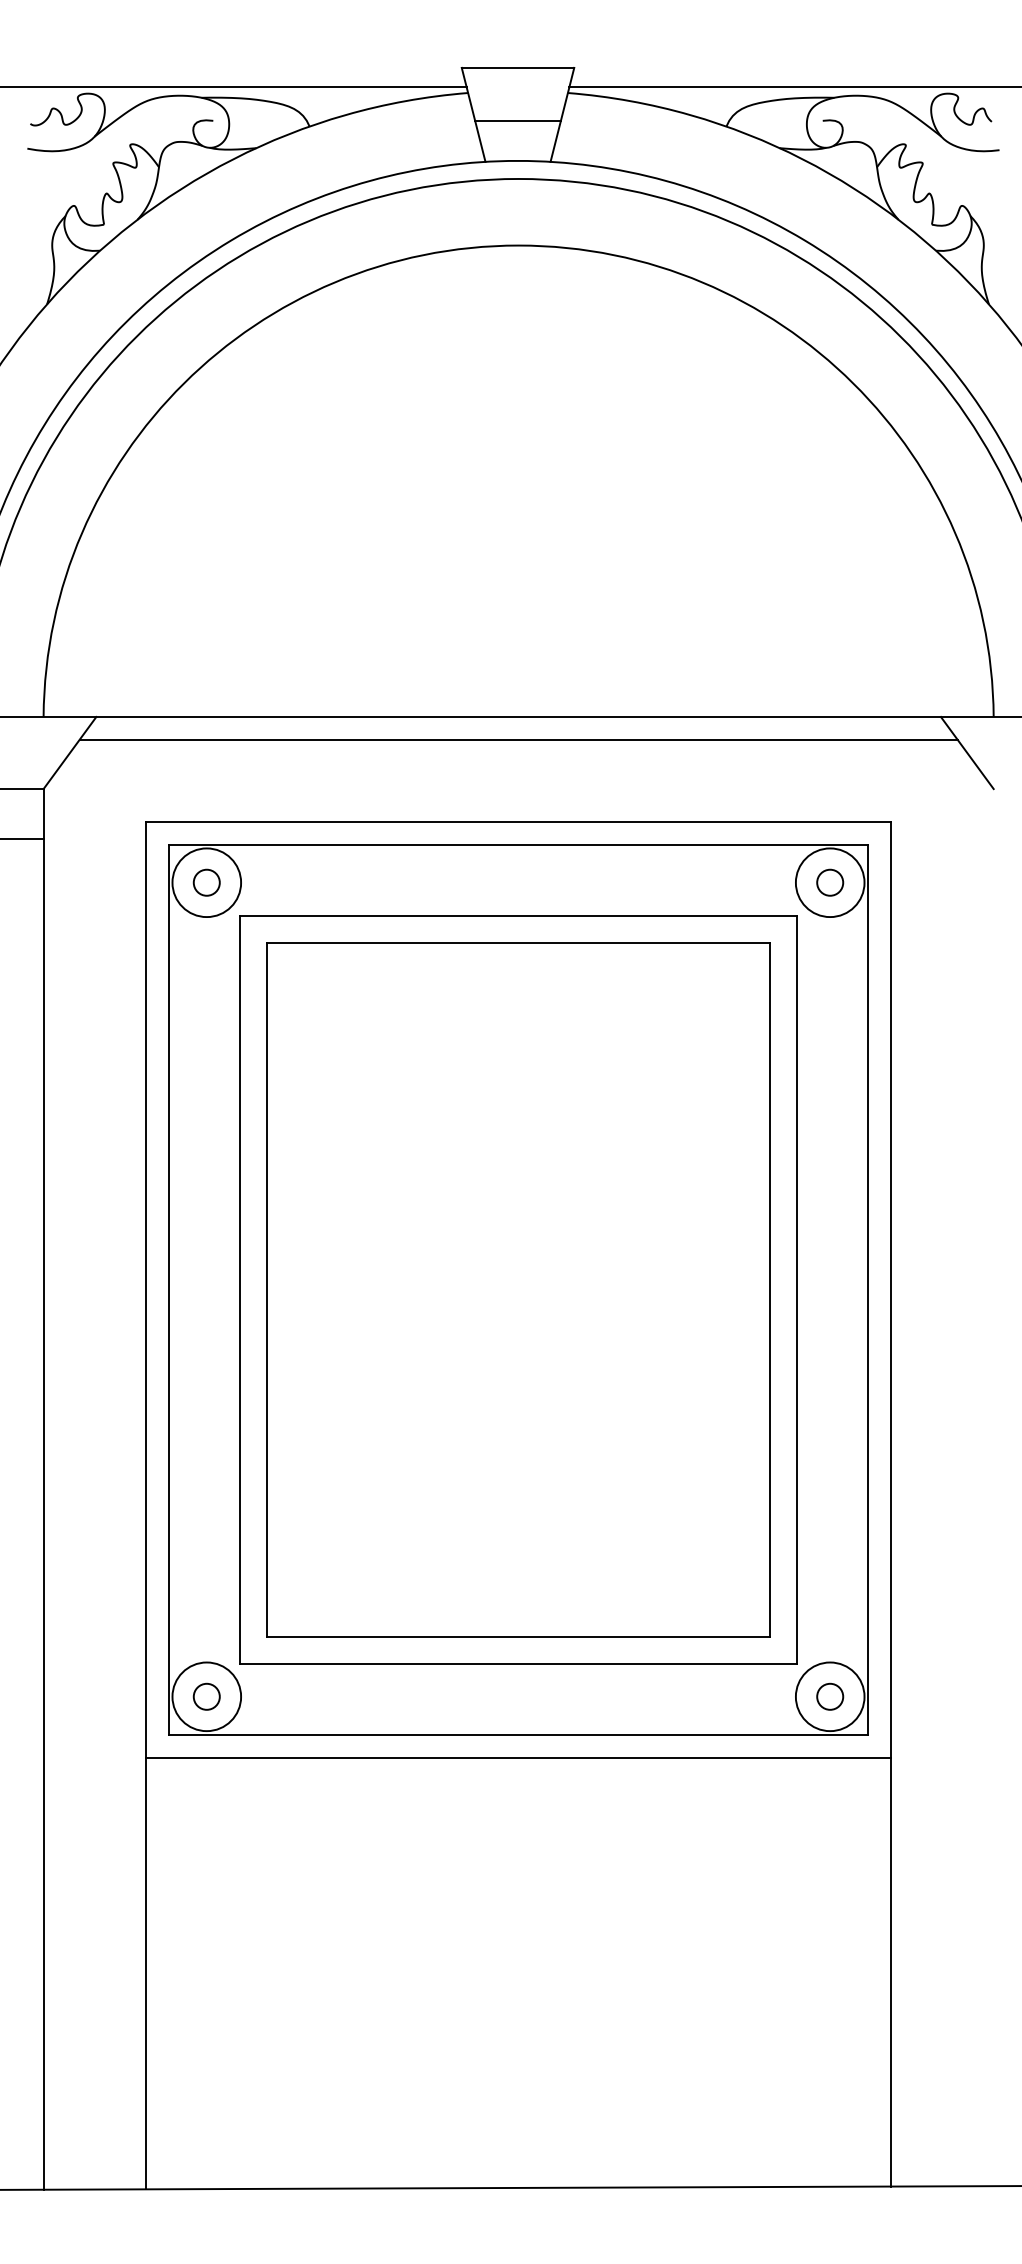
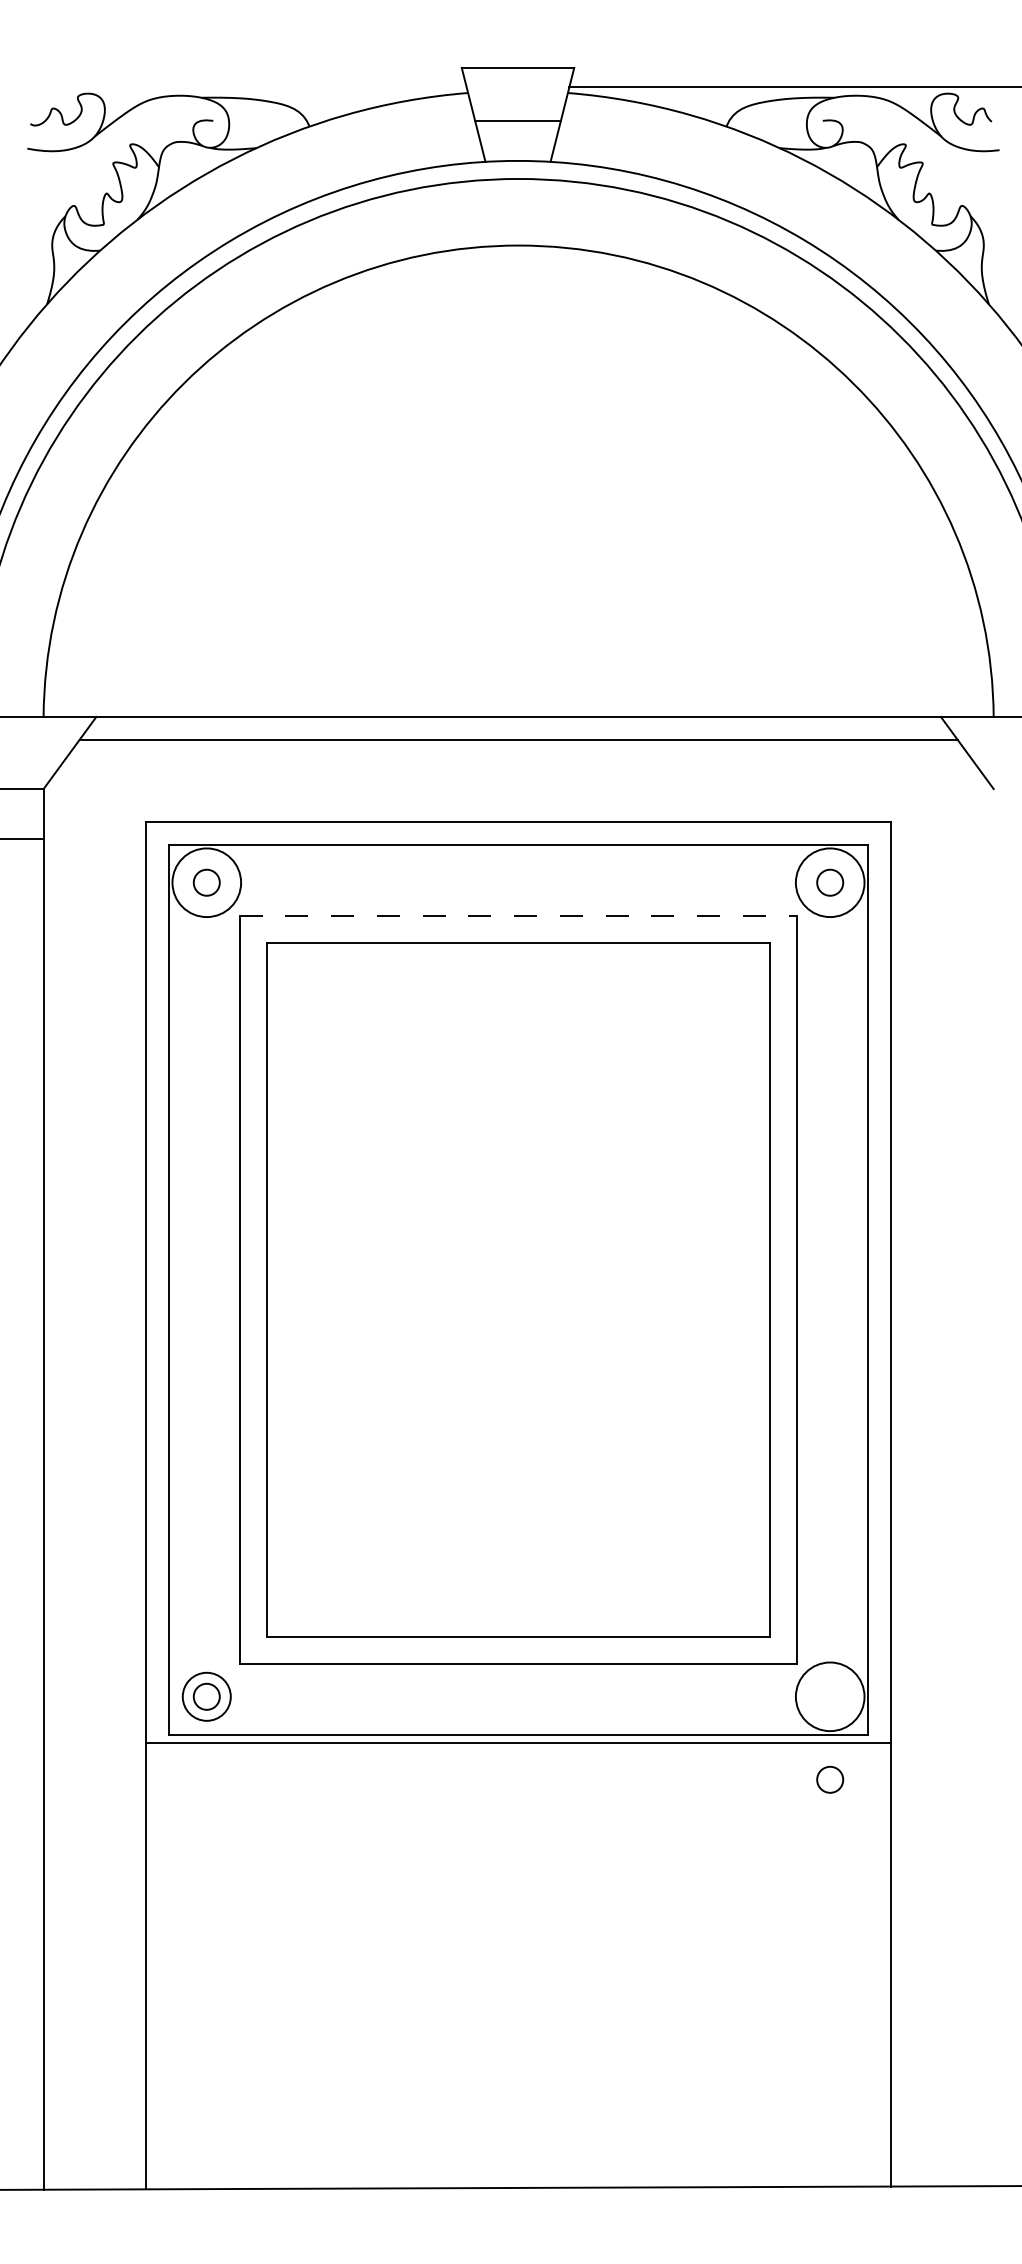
line at (234, 87): present -> none
line at (518, 915): solid -> dashed
circle at (206, 1696) diameter: 69 px -> 48 px
circle at (830, 1696) position: (830, 1696) -> (830, 1779)
line at (518, 1757) position: (518, 1757) -> (518, 1742)
